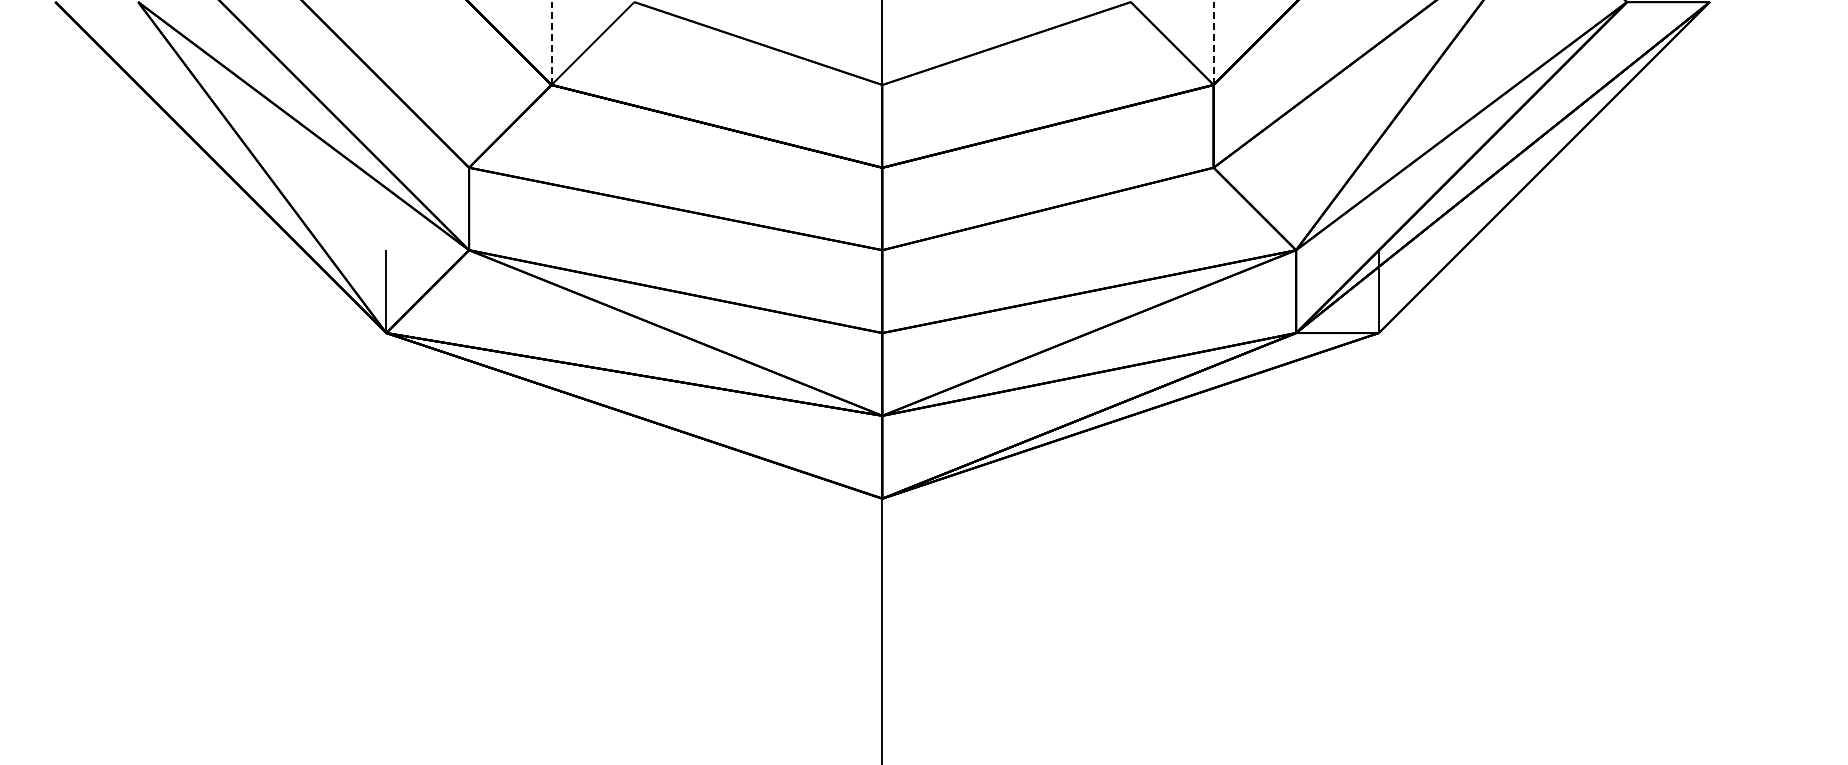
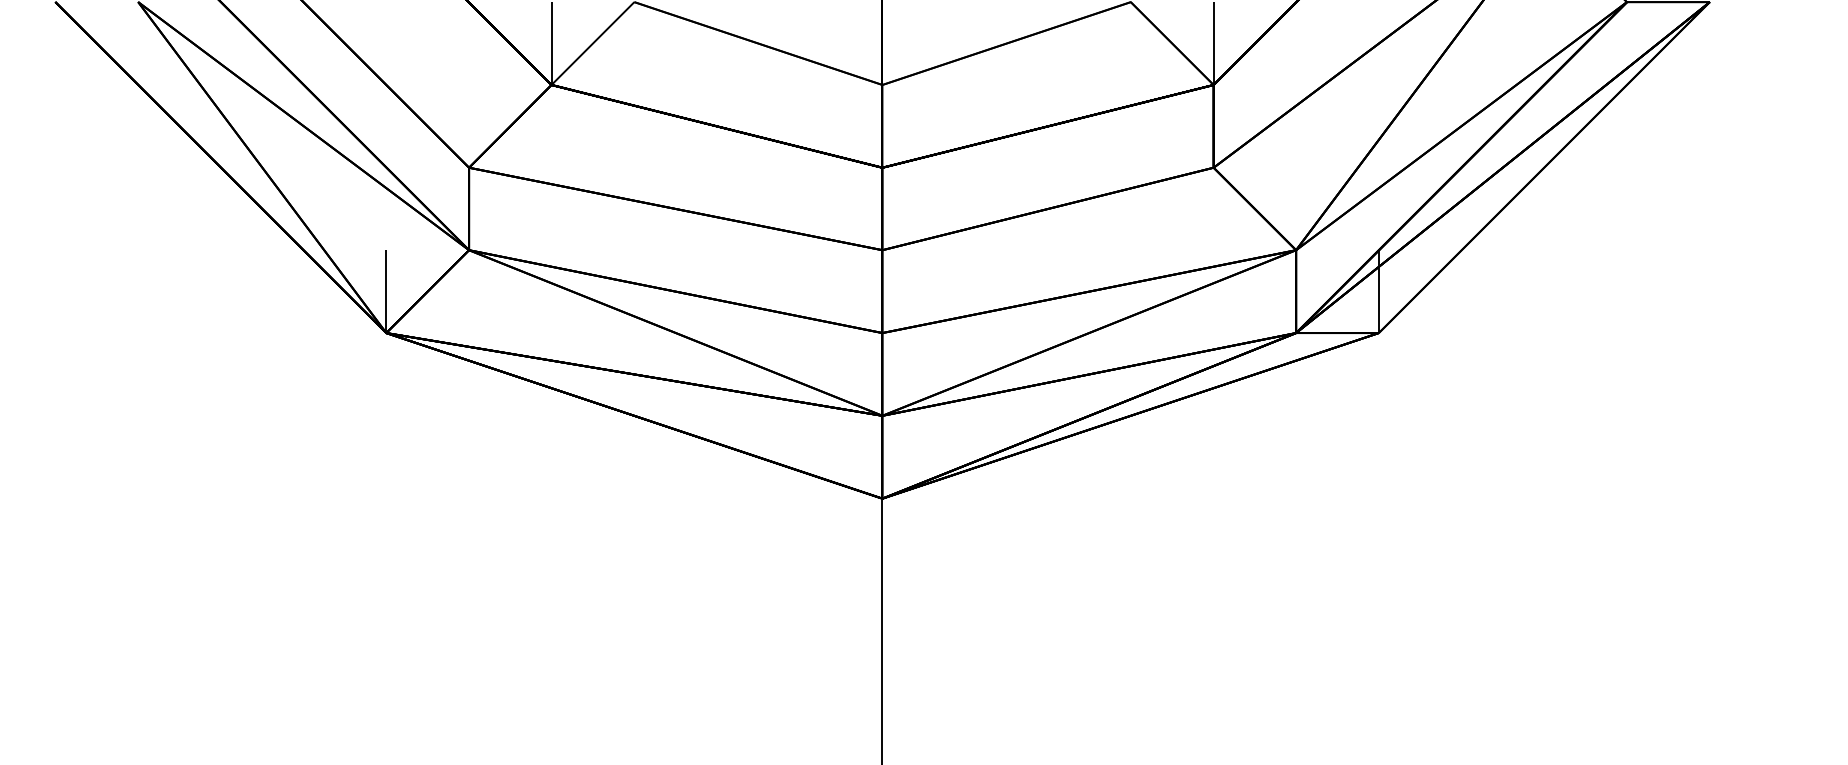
line at (551, 43): dashed -> solid
line at (1213, 43): dashed -> solid
